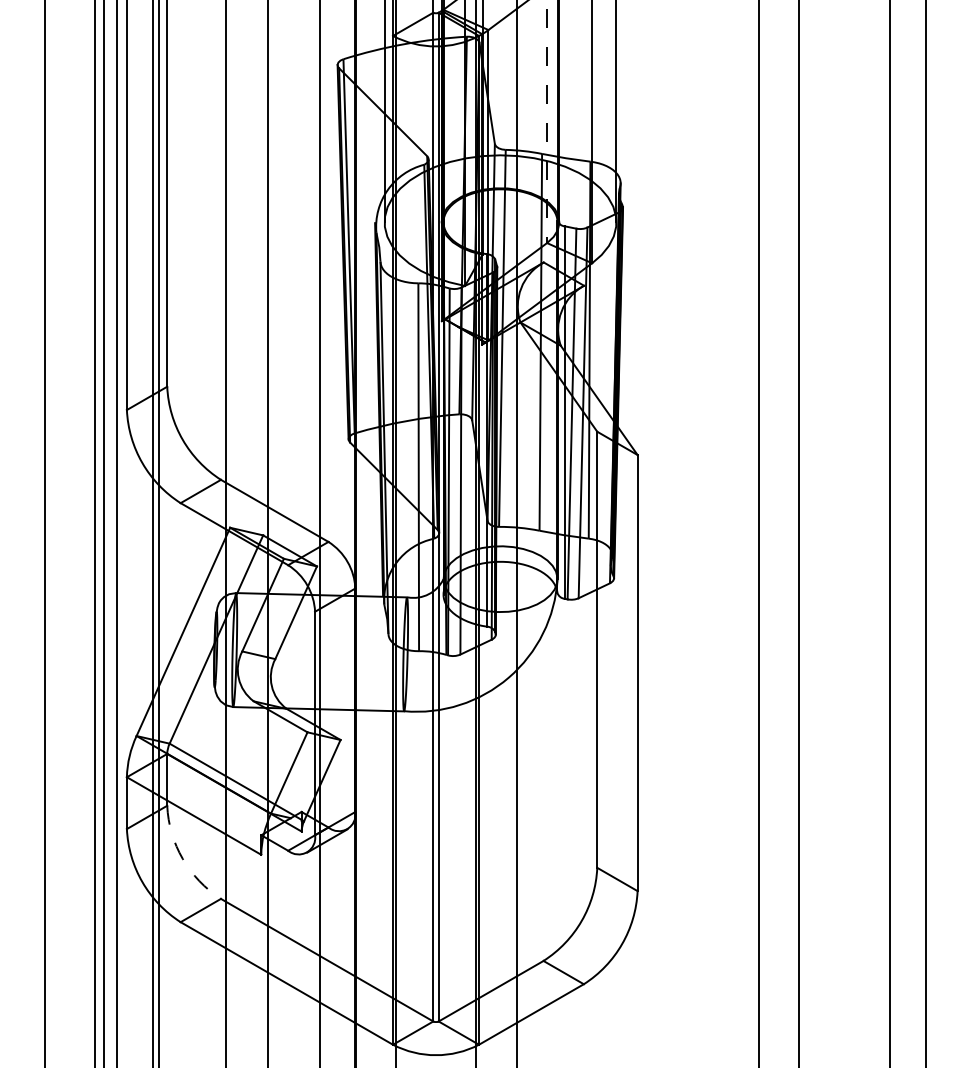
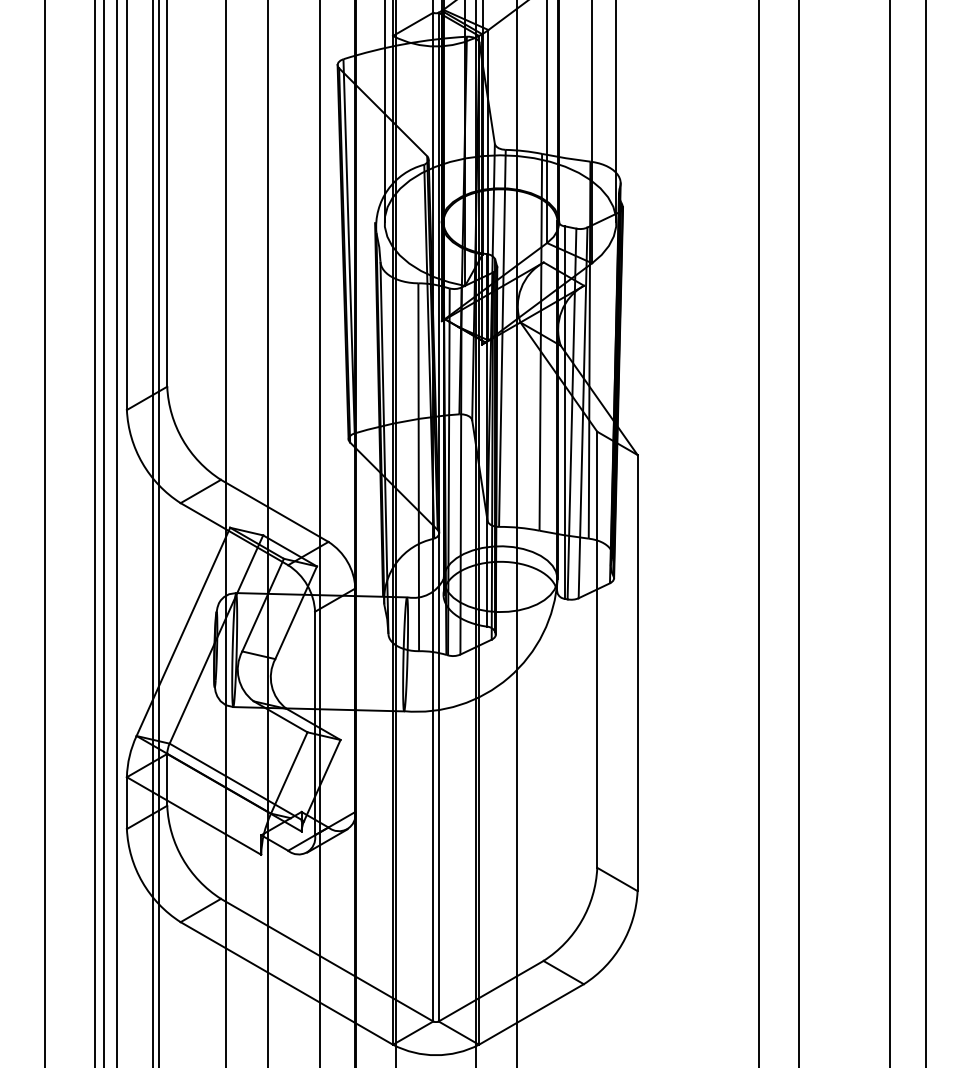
line at (547, 122): dashed -> solid
arc at (182, 858): dashed -> solid
